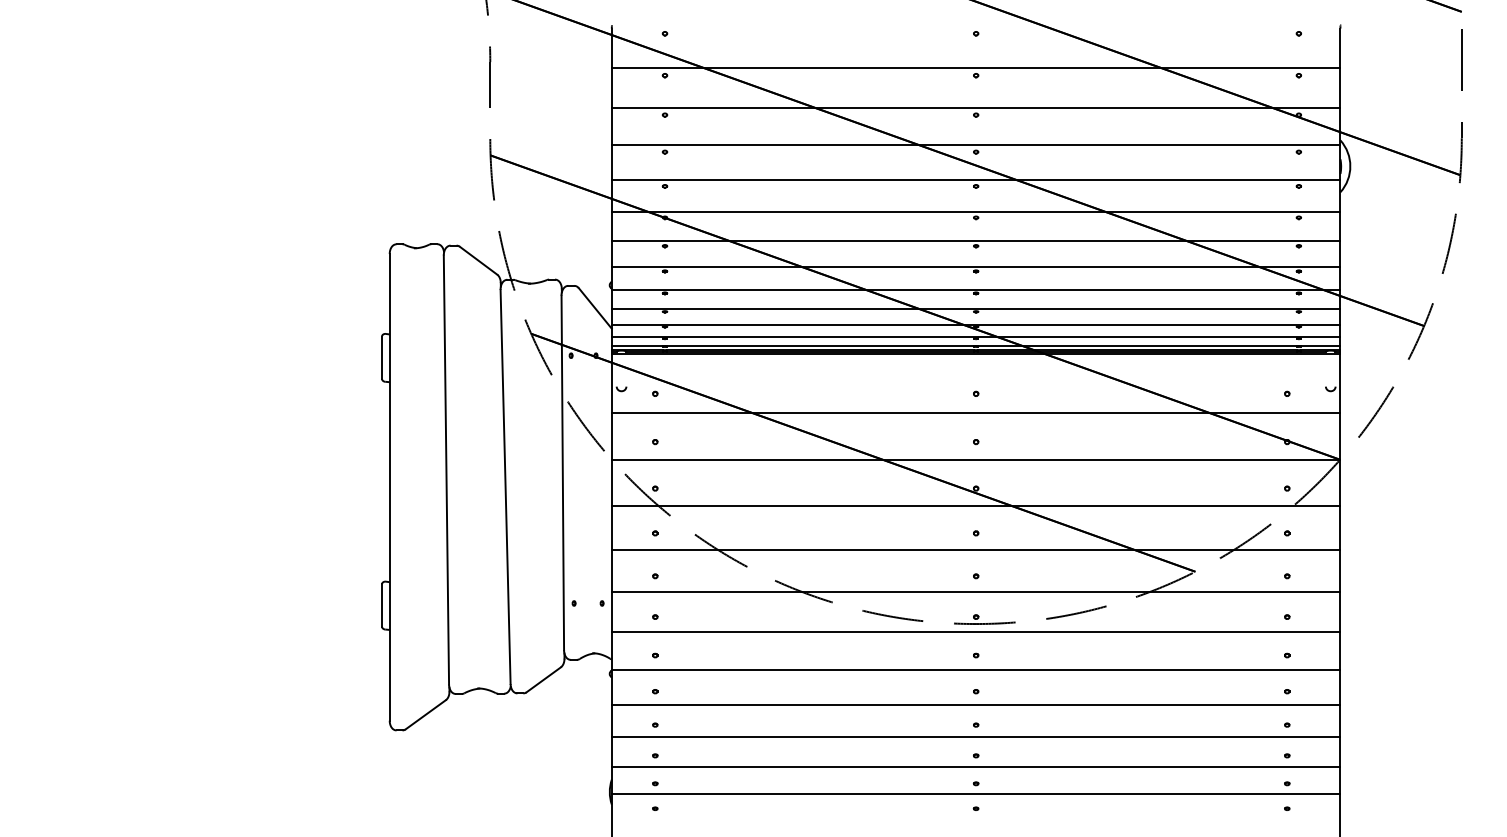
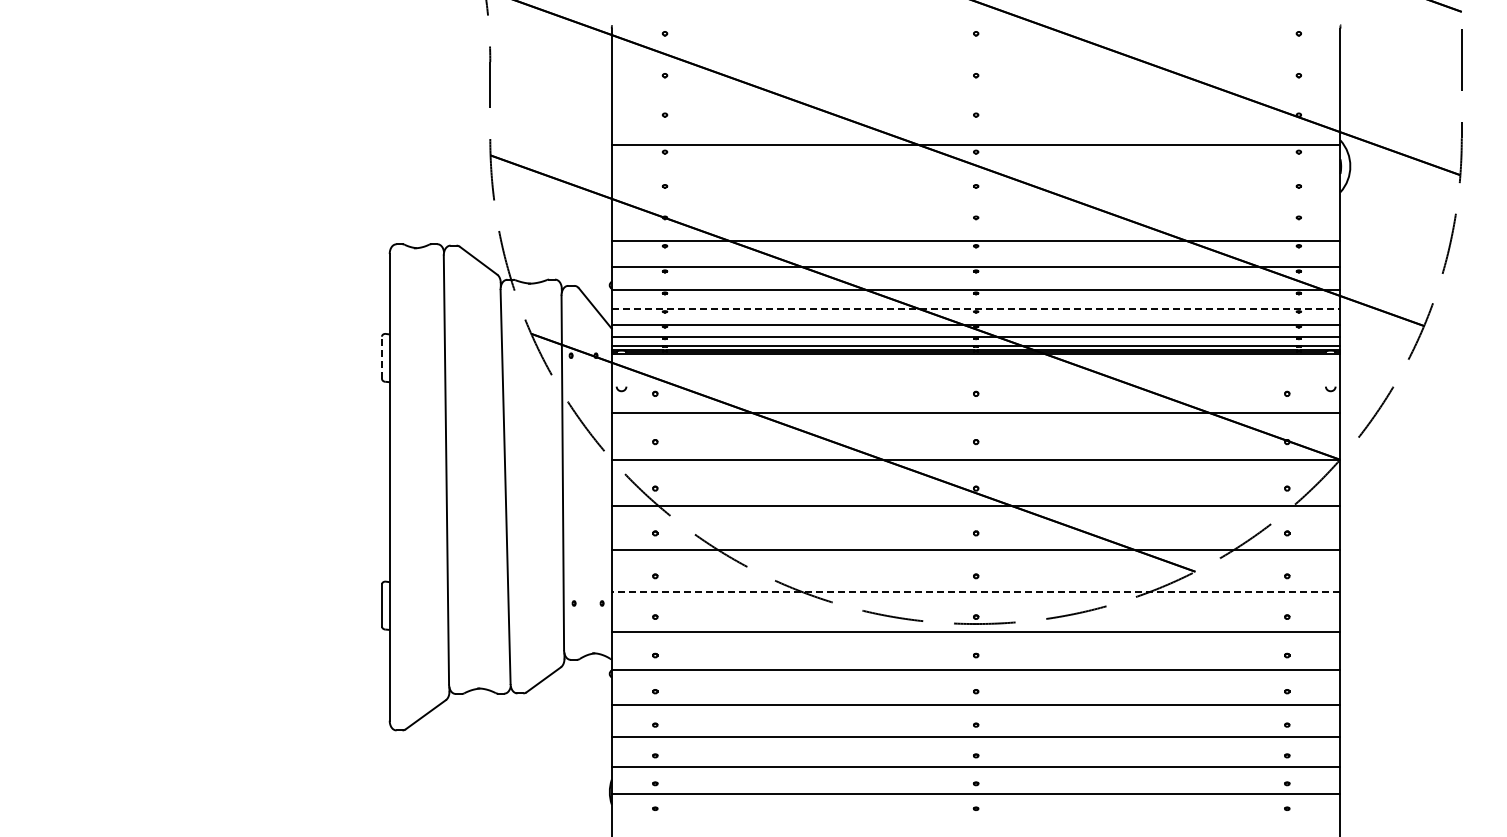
line at (975, 67): present -> none
line at (975, 107): present -> none
line at (975, 180): present -> none
line at (975, 212): present -> none
line at (976, 309): solid -> dashed
line at (382, 357): solid -> dashed
line at (975, 592): solid -> dashed
